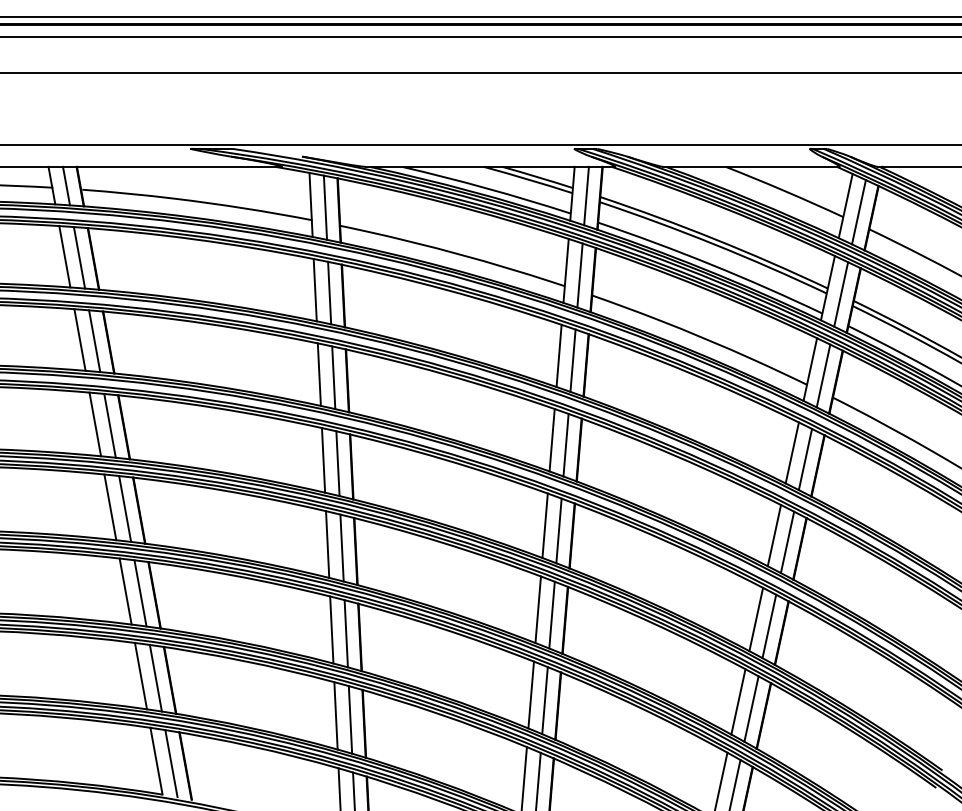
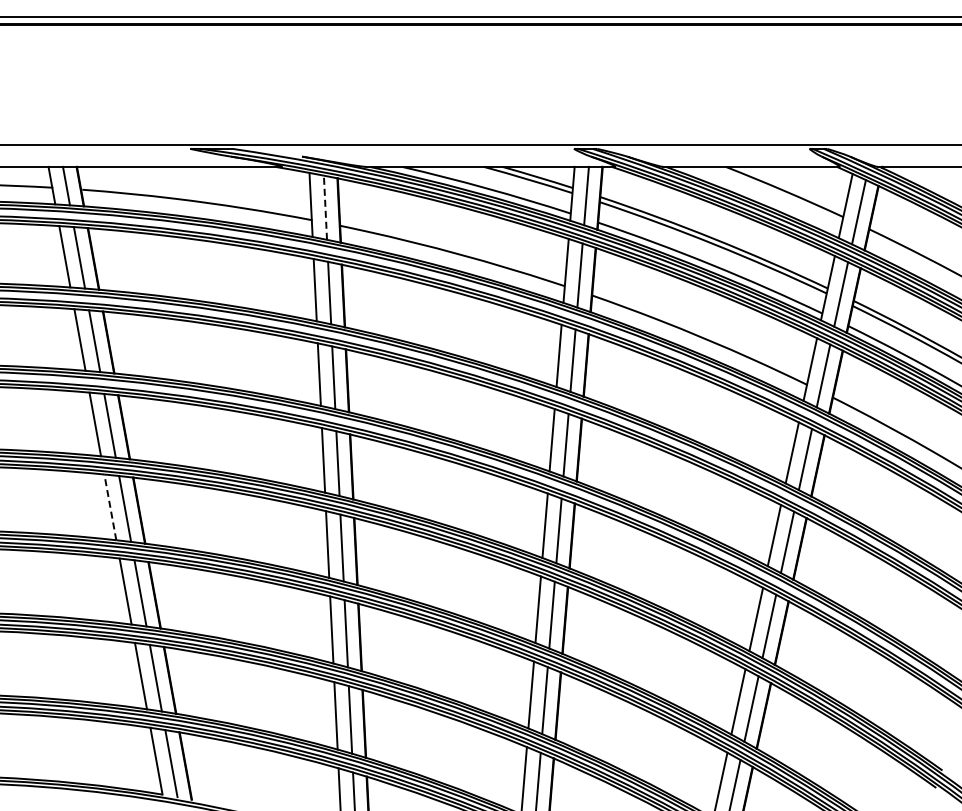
line at (480, 37): present -> none
line at (480, 72): present -> none
line at (325, 207): solid -> dashed
line at (110, 506): solid -> dashed
